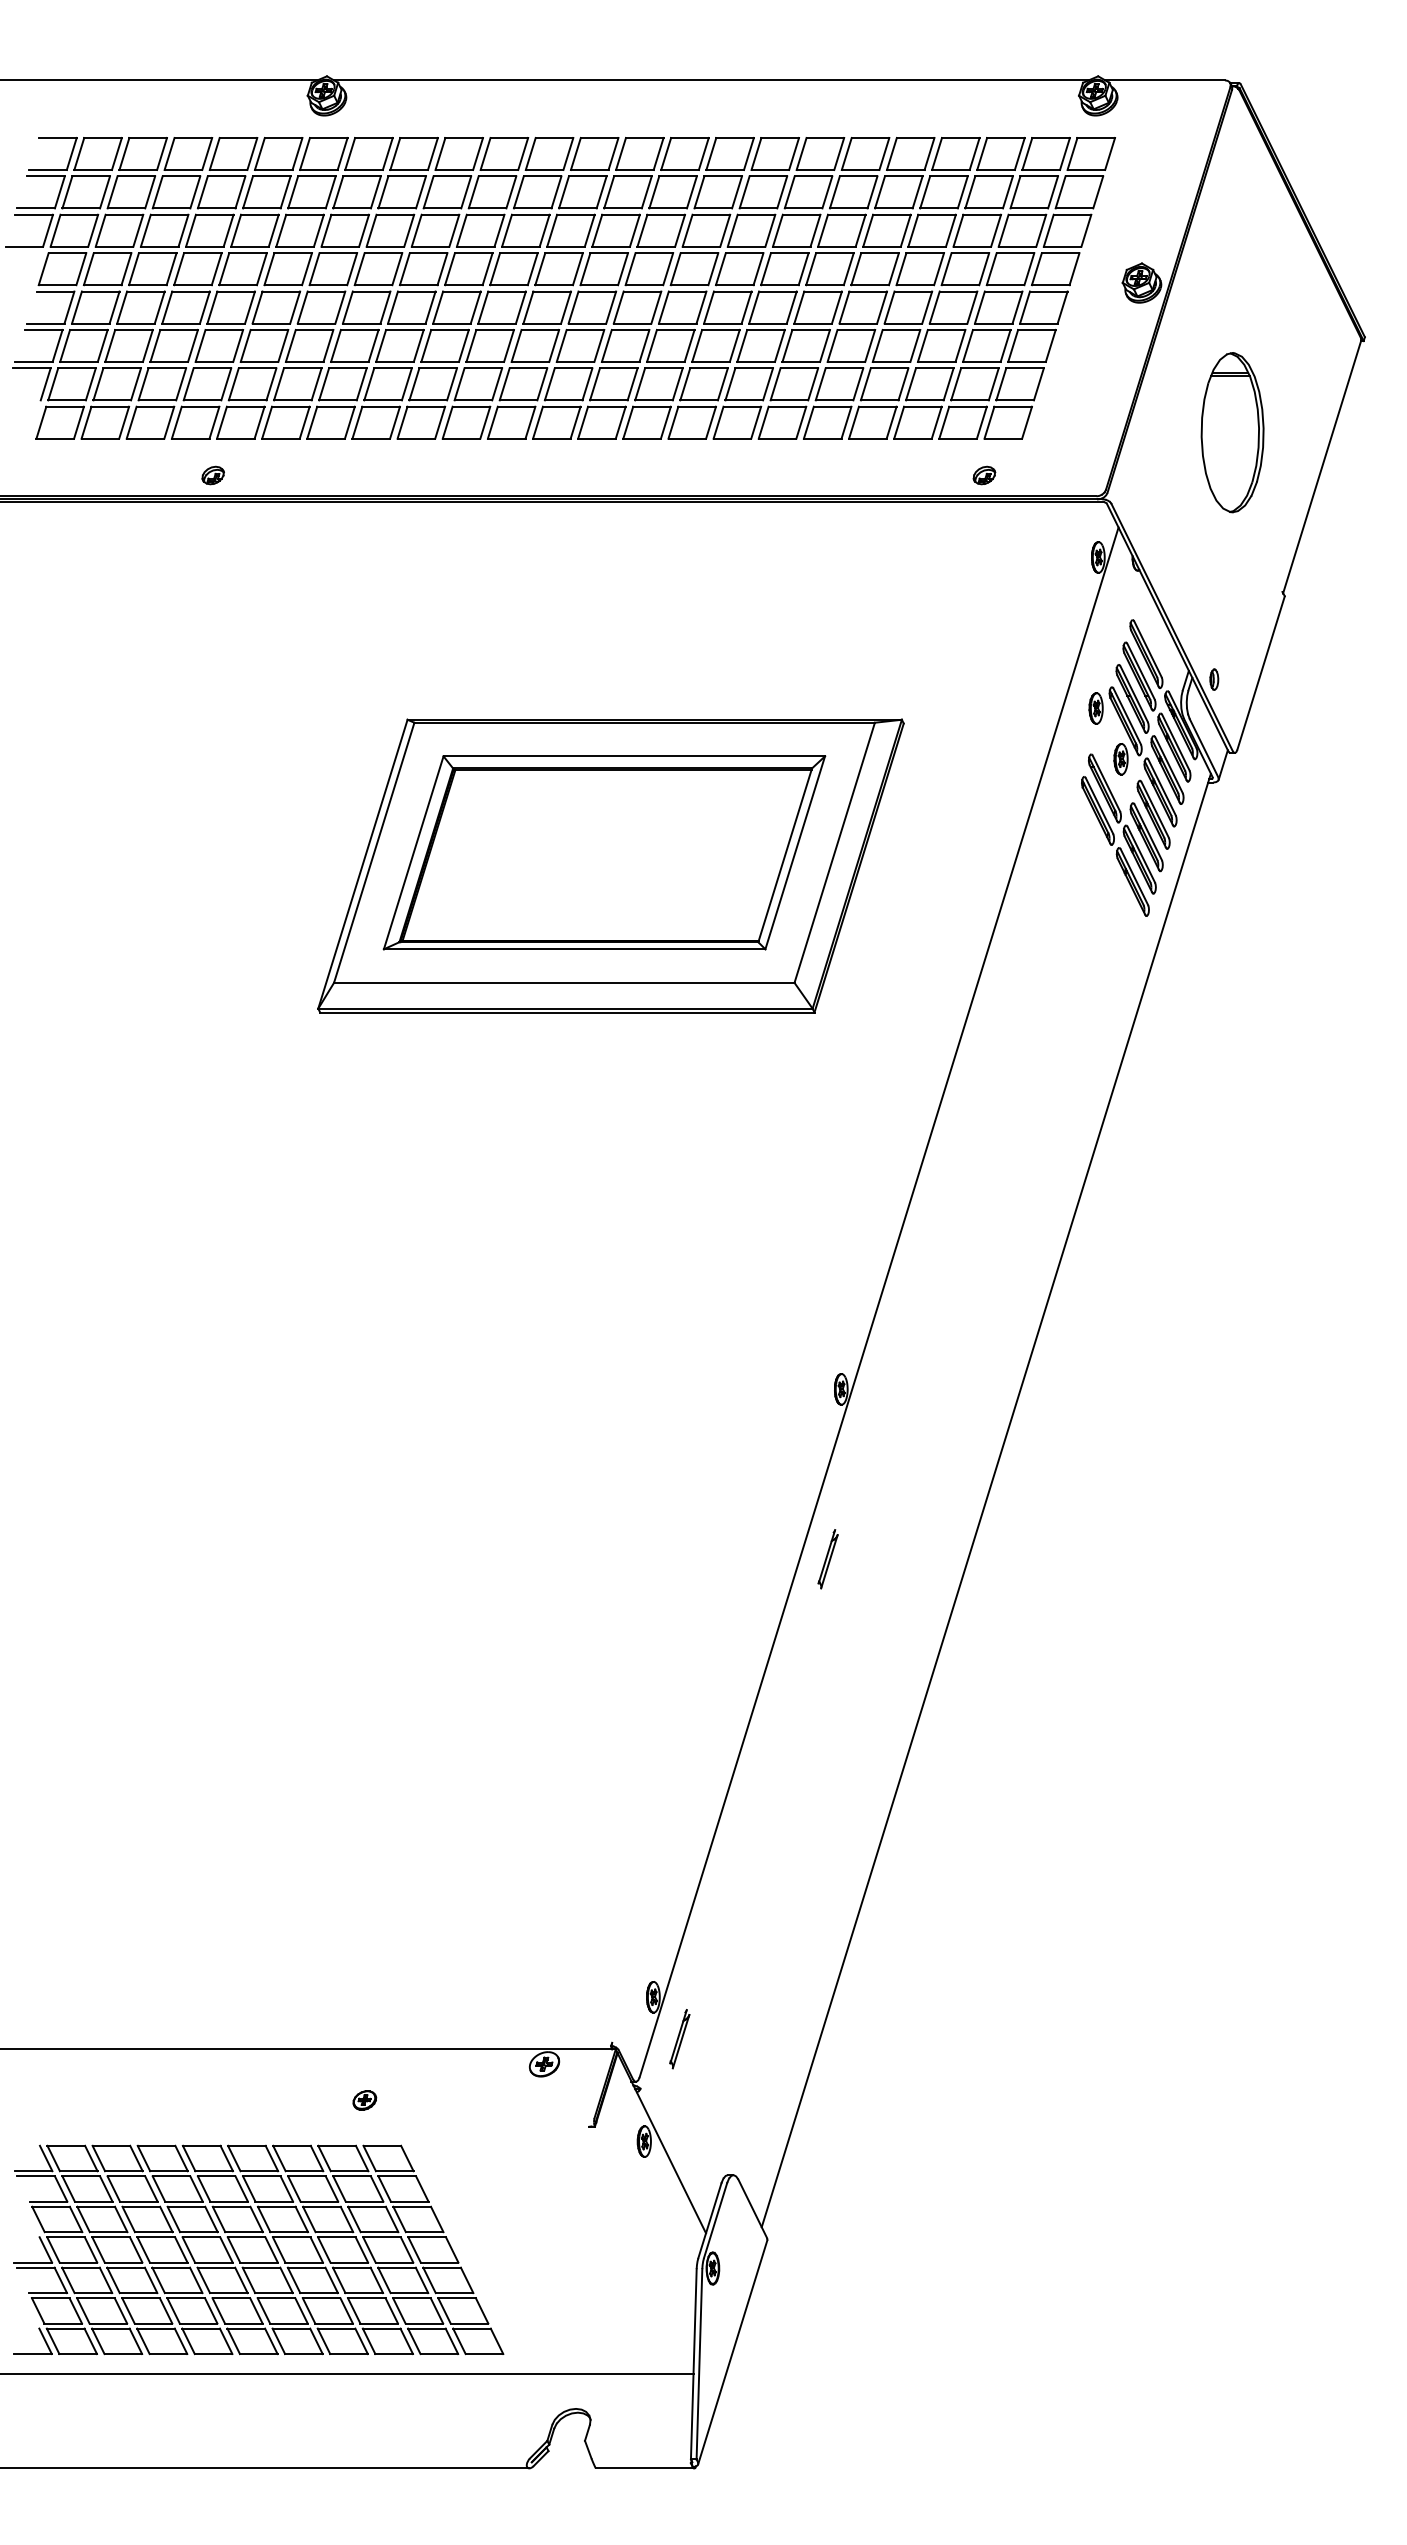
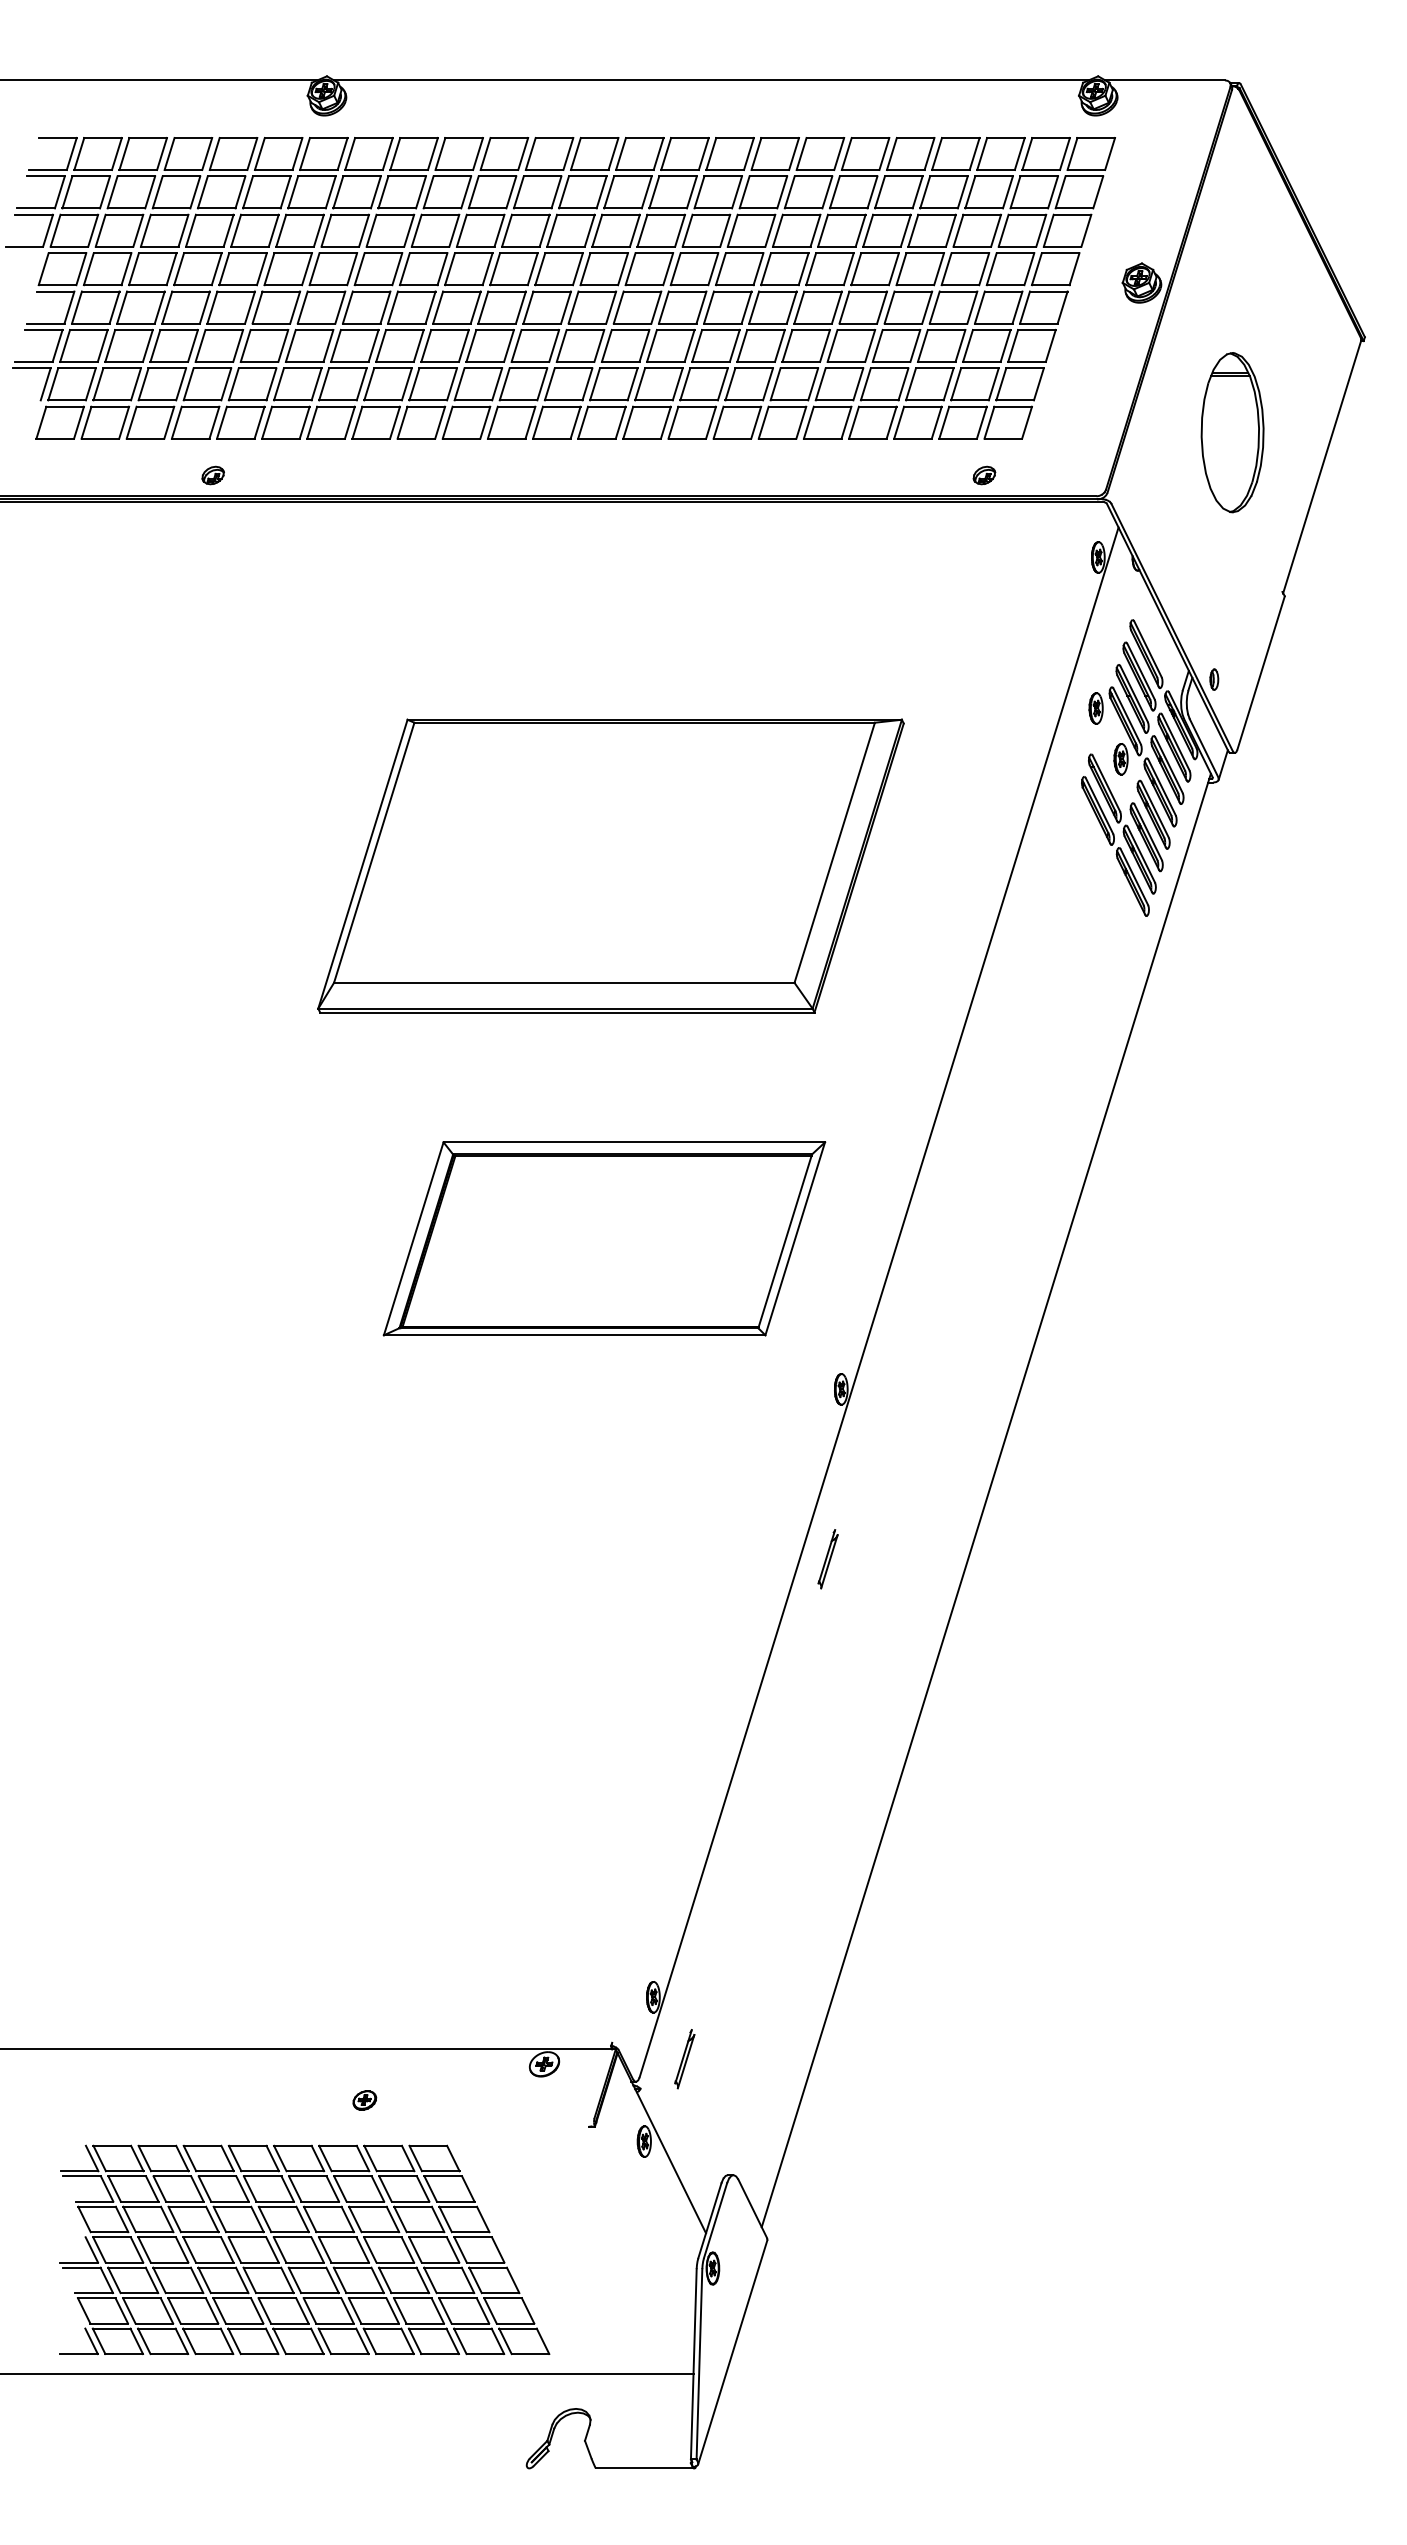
part at (604, 852) position: (604, 852) -> (604, 1238)
part at (679, 2039) position: (679, 2039) -> (684, 2059)
part at (258, 2249) position: (258, 2249) -> (304, 2249)
line at (265, 2468): present -> none
